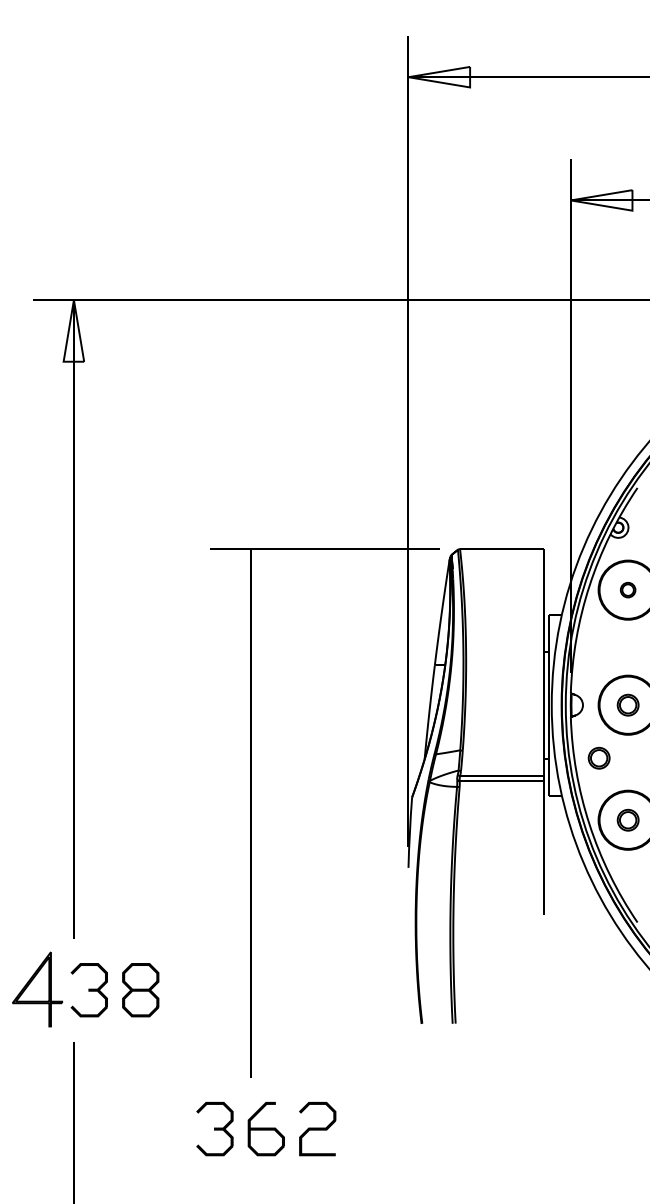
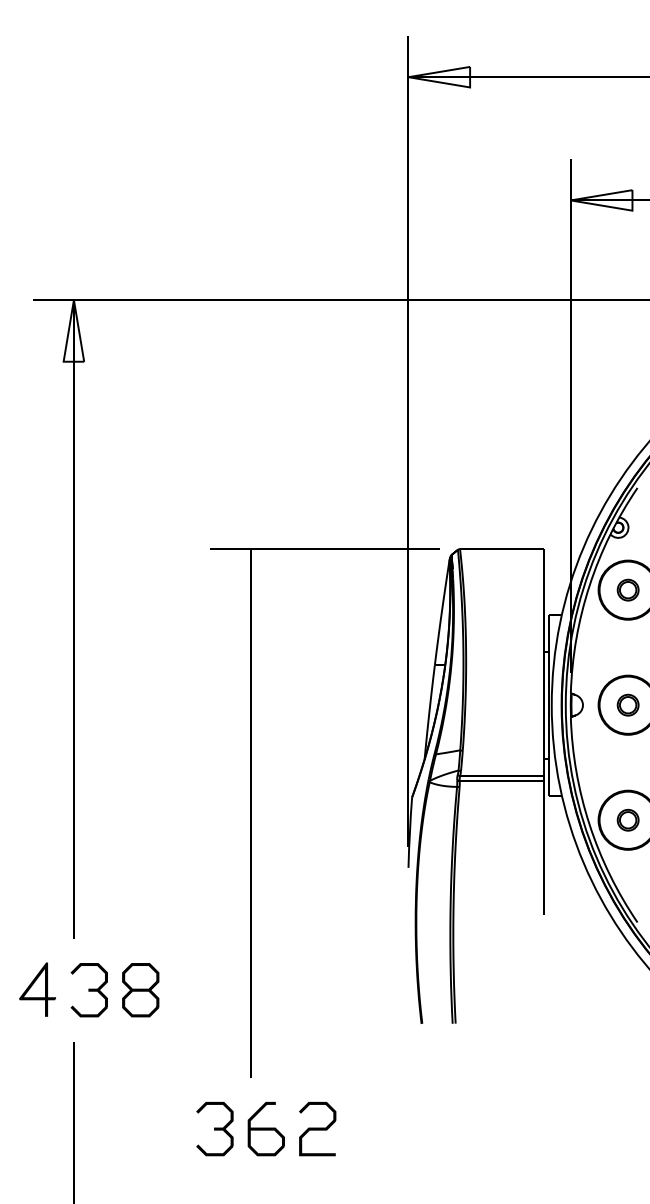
part at (628, 590) size: 17x17 px -> 24x24 px
part at (598, 757): present -> none
part at (37, 989) size: 52x77 px -> 37x55 px
